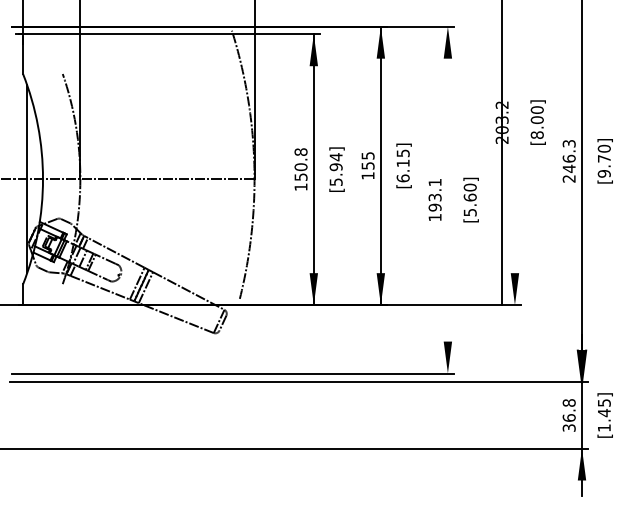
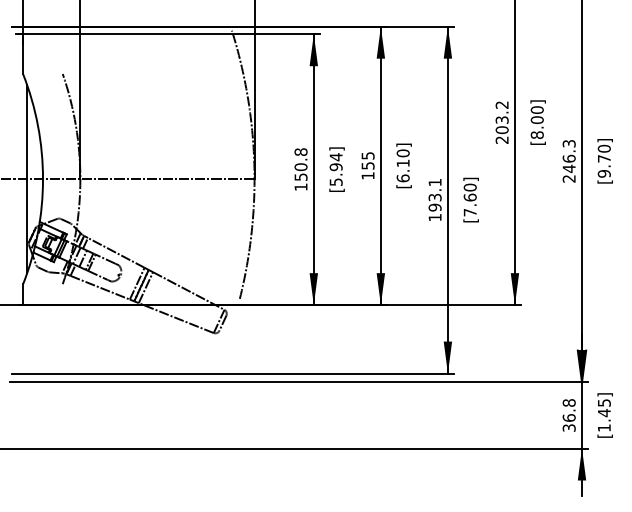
text at (402, 153): [6.15] -> [6.10]
line at (501, 153) position: (501, 153) -> (514, 153)
line at (447, 199): none -> present
text at (469, 212): [5.60] -> [7.60]
